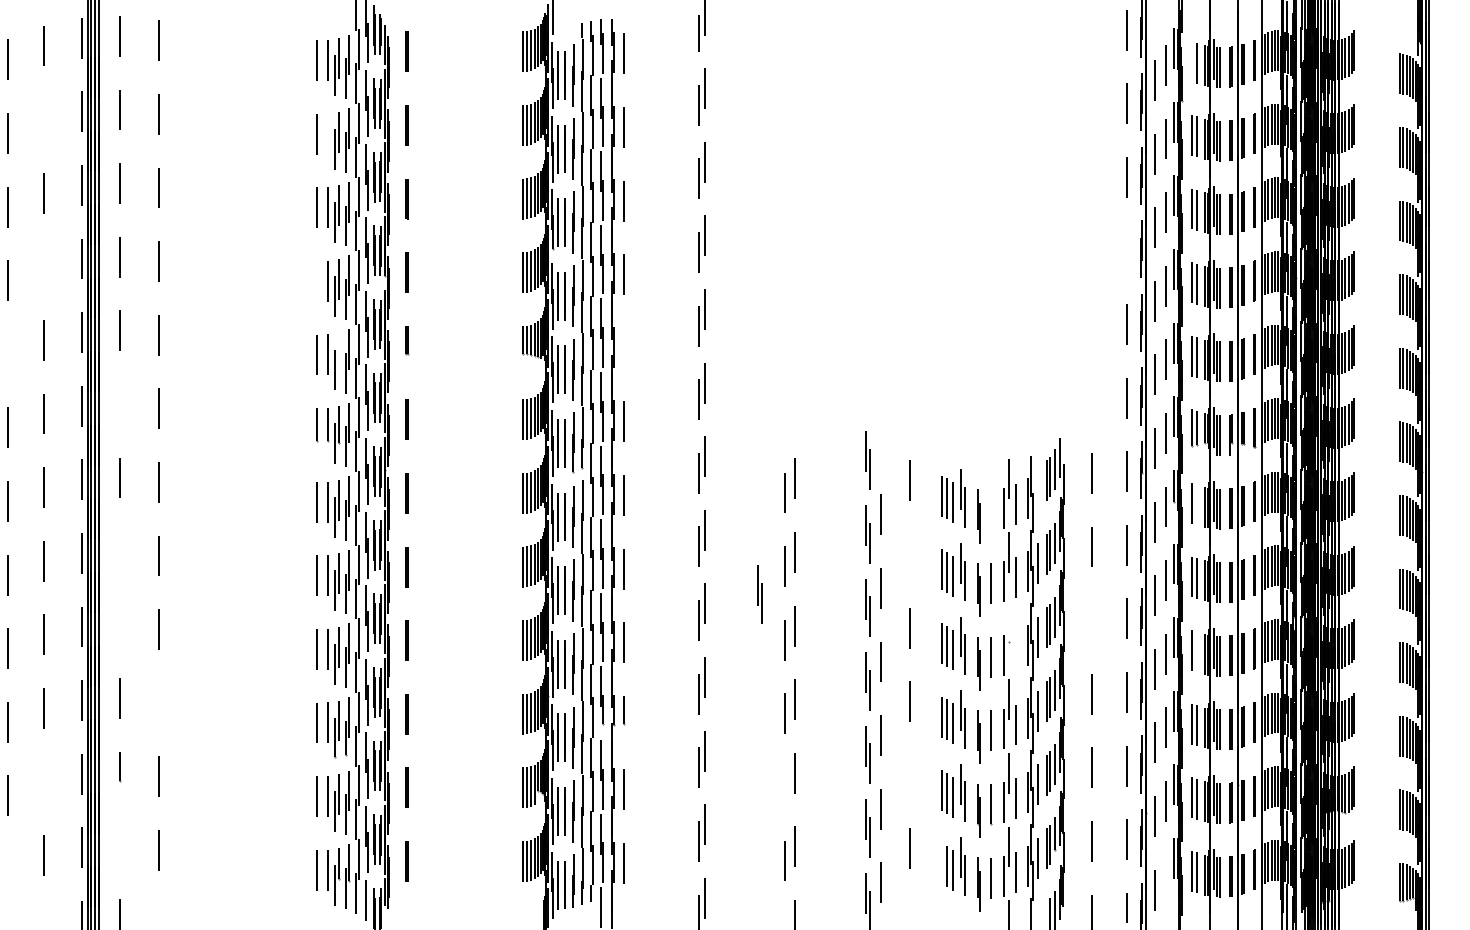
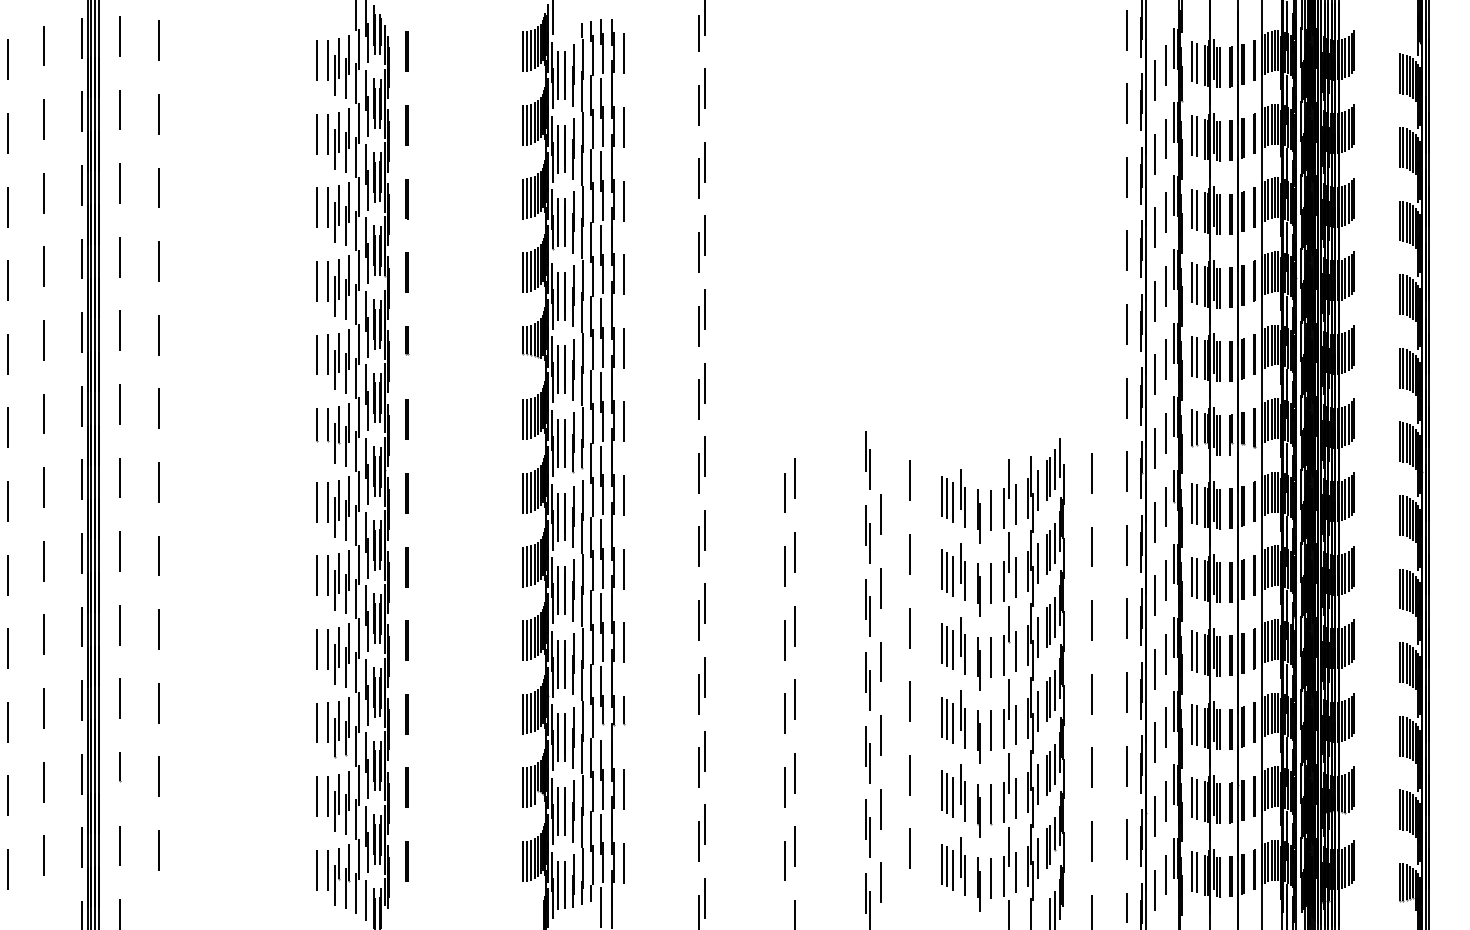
line at (1192, 61): none -> present
line at (44, 119): none -> present
line at (328, 133): none -> present
line at (1126, 250): none -> present
line at (44, 266): none -> present
line at (316, 281): none -> present
line at (623, 348): none -> present
line at (339, 352): none -> present
line at (8, 353): none -> present
line at (120, 403): none -> present
line at (1038, 489): none -> present
line at (1196, 504): none -> present
line at (991, 509): none -> present
line at (120, 551): none -> present
line at (909, 554): none -> present
part at (759, 594): present -> none
line at (1091, 620): none -> present
line at (1009, 623): none -> present
line at (120, 624): none -> present
line at (1016, 650): none -> present
line at (1196, 651): none -> present
line at (158, 703): none -> present
line at (909, 774): none -> present
line at (43, 782): none -> present
line at (784, 787): none -> present
line at (119, 845): none -> present
line at (941, 863): none -> present
line at (8, 869): none -> present
line at (1166, 874): none -> present
